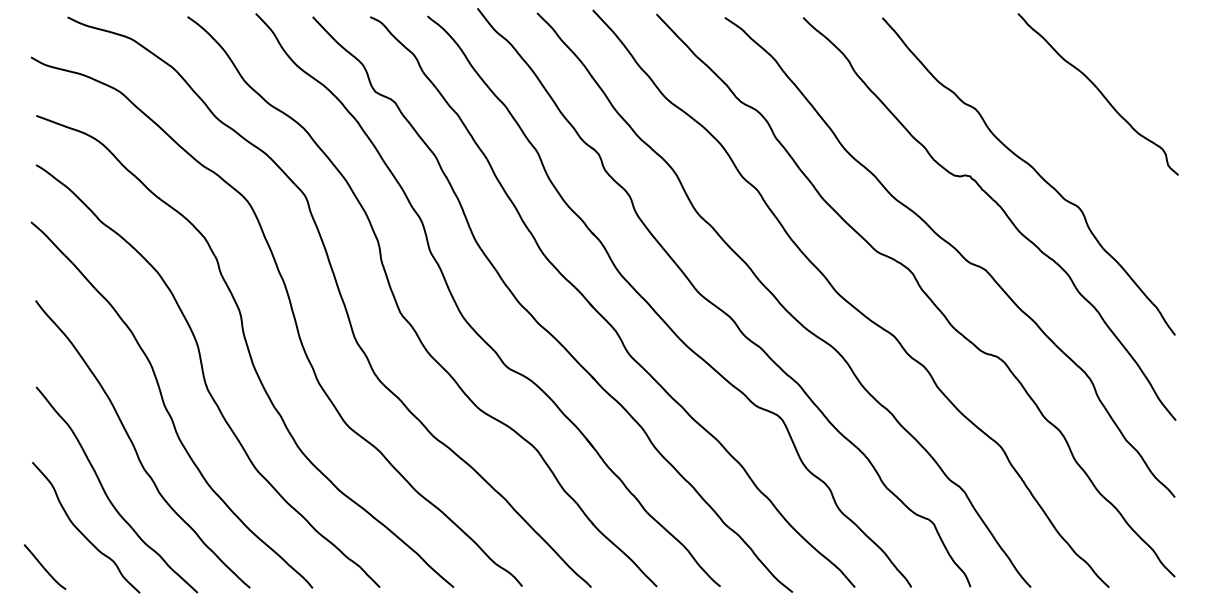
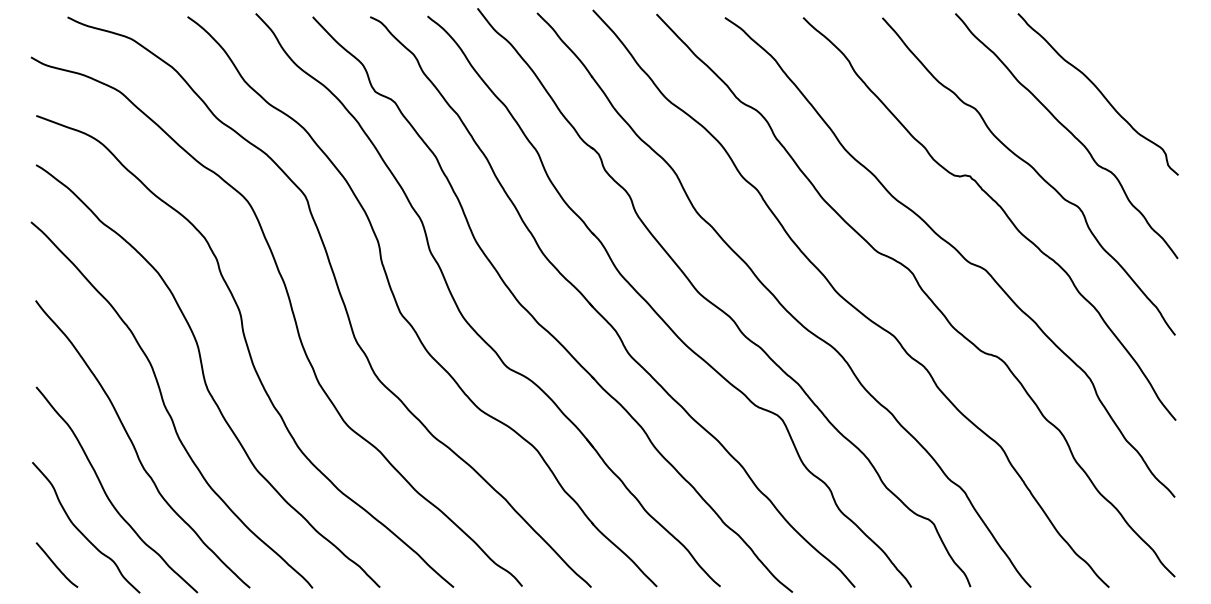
curve at (1069, 132): none -> present
curve at (43, 566) position: (43, 566) -> (55, 564)
